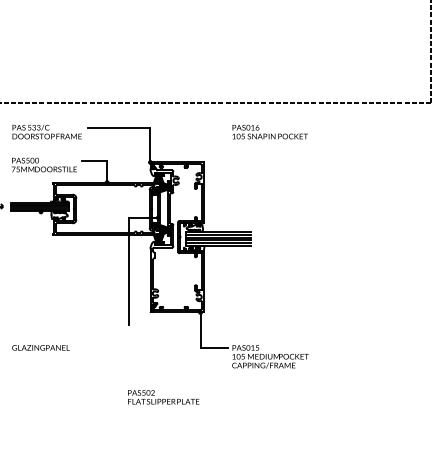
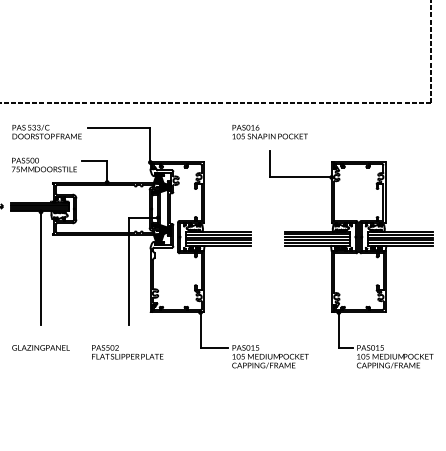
part at (351, 259): none -> present
line at (41, 268): none -> present
text at (163, 397) position: (163, 397) -> (127, 352)
